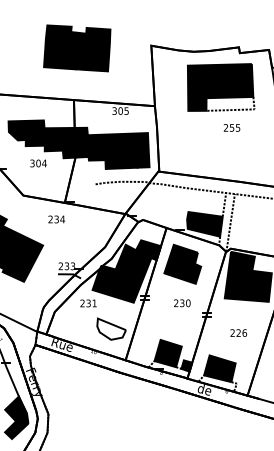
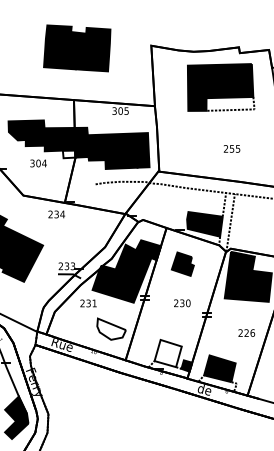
text at (231, 127) position: (231, 127) -> (231, 148)
fill at (68, 154): present -> none
text at (56, 219) position: (56, 219) -> (56, 214)
part at (182, 263) size: 40x42 px -> 25x26 px
text at (238, 332) position: (238, 332) -> (246, 332)
fill at (167, 353): present -> none
